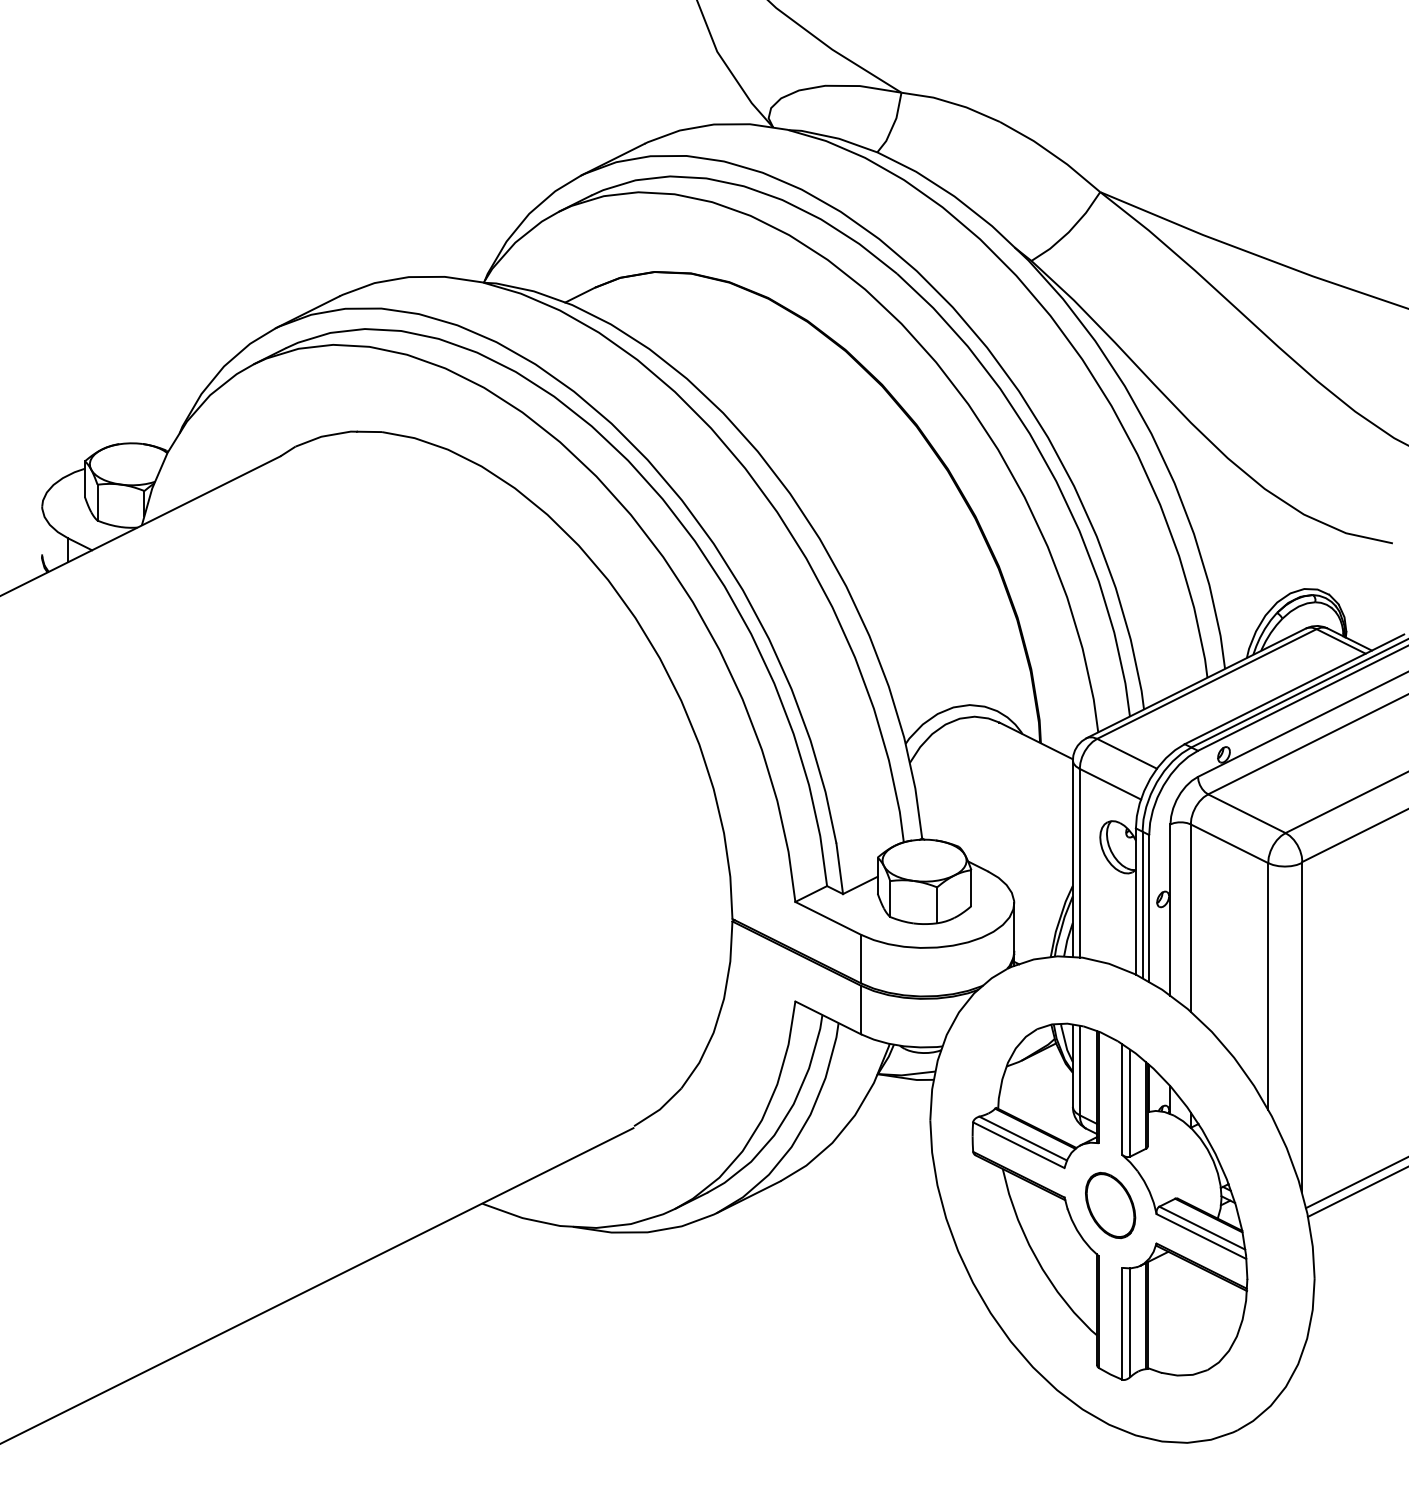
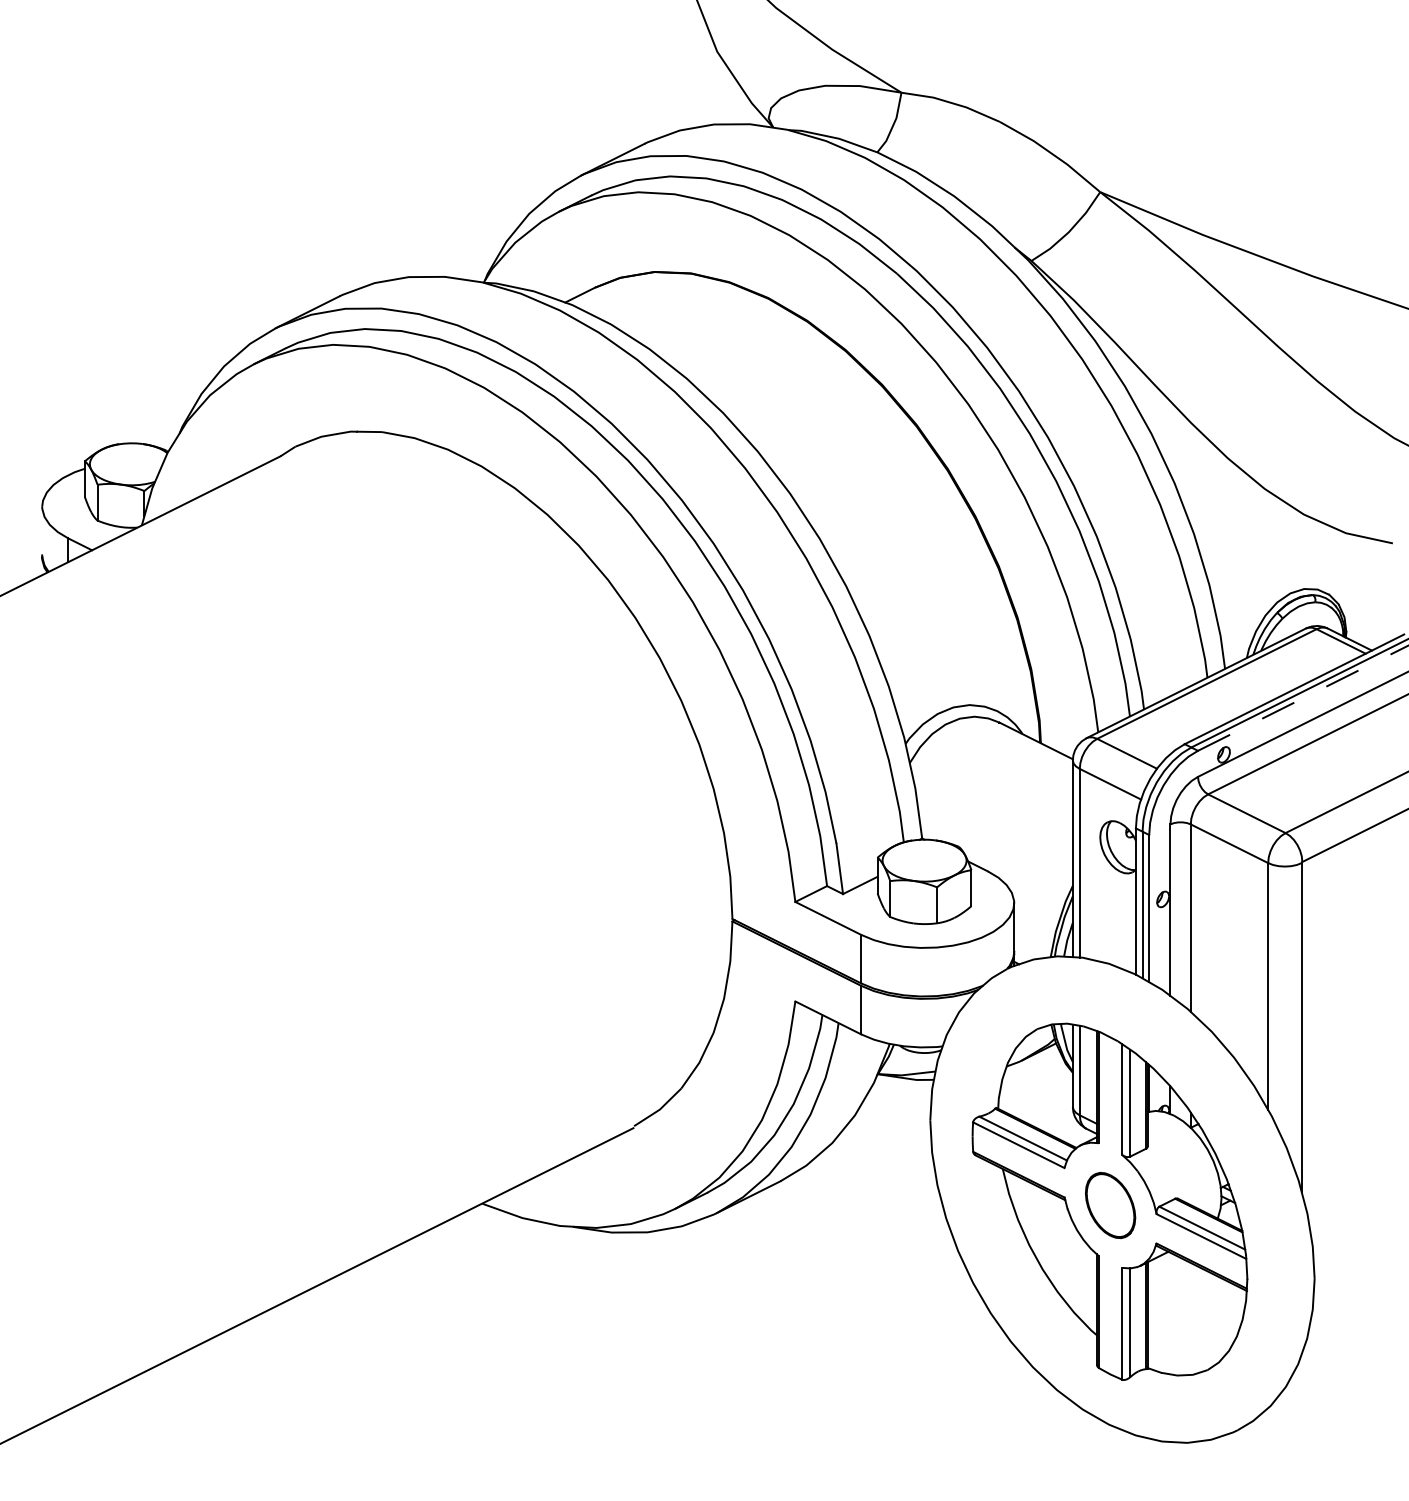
line at (1303, 698): solid -> dashed
line at (1355, 1183): present -> none
line at (1356, 1192): present -> none
